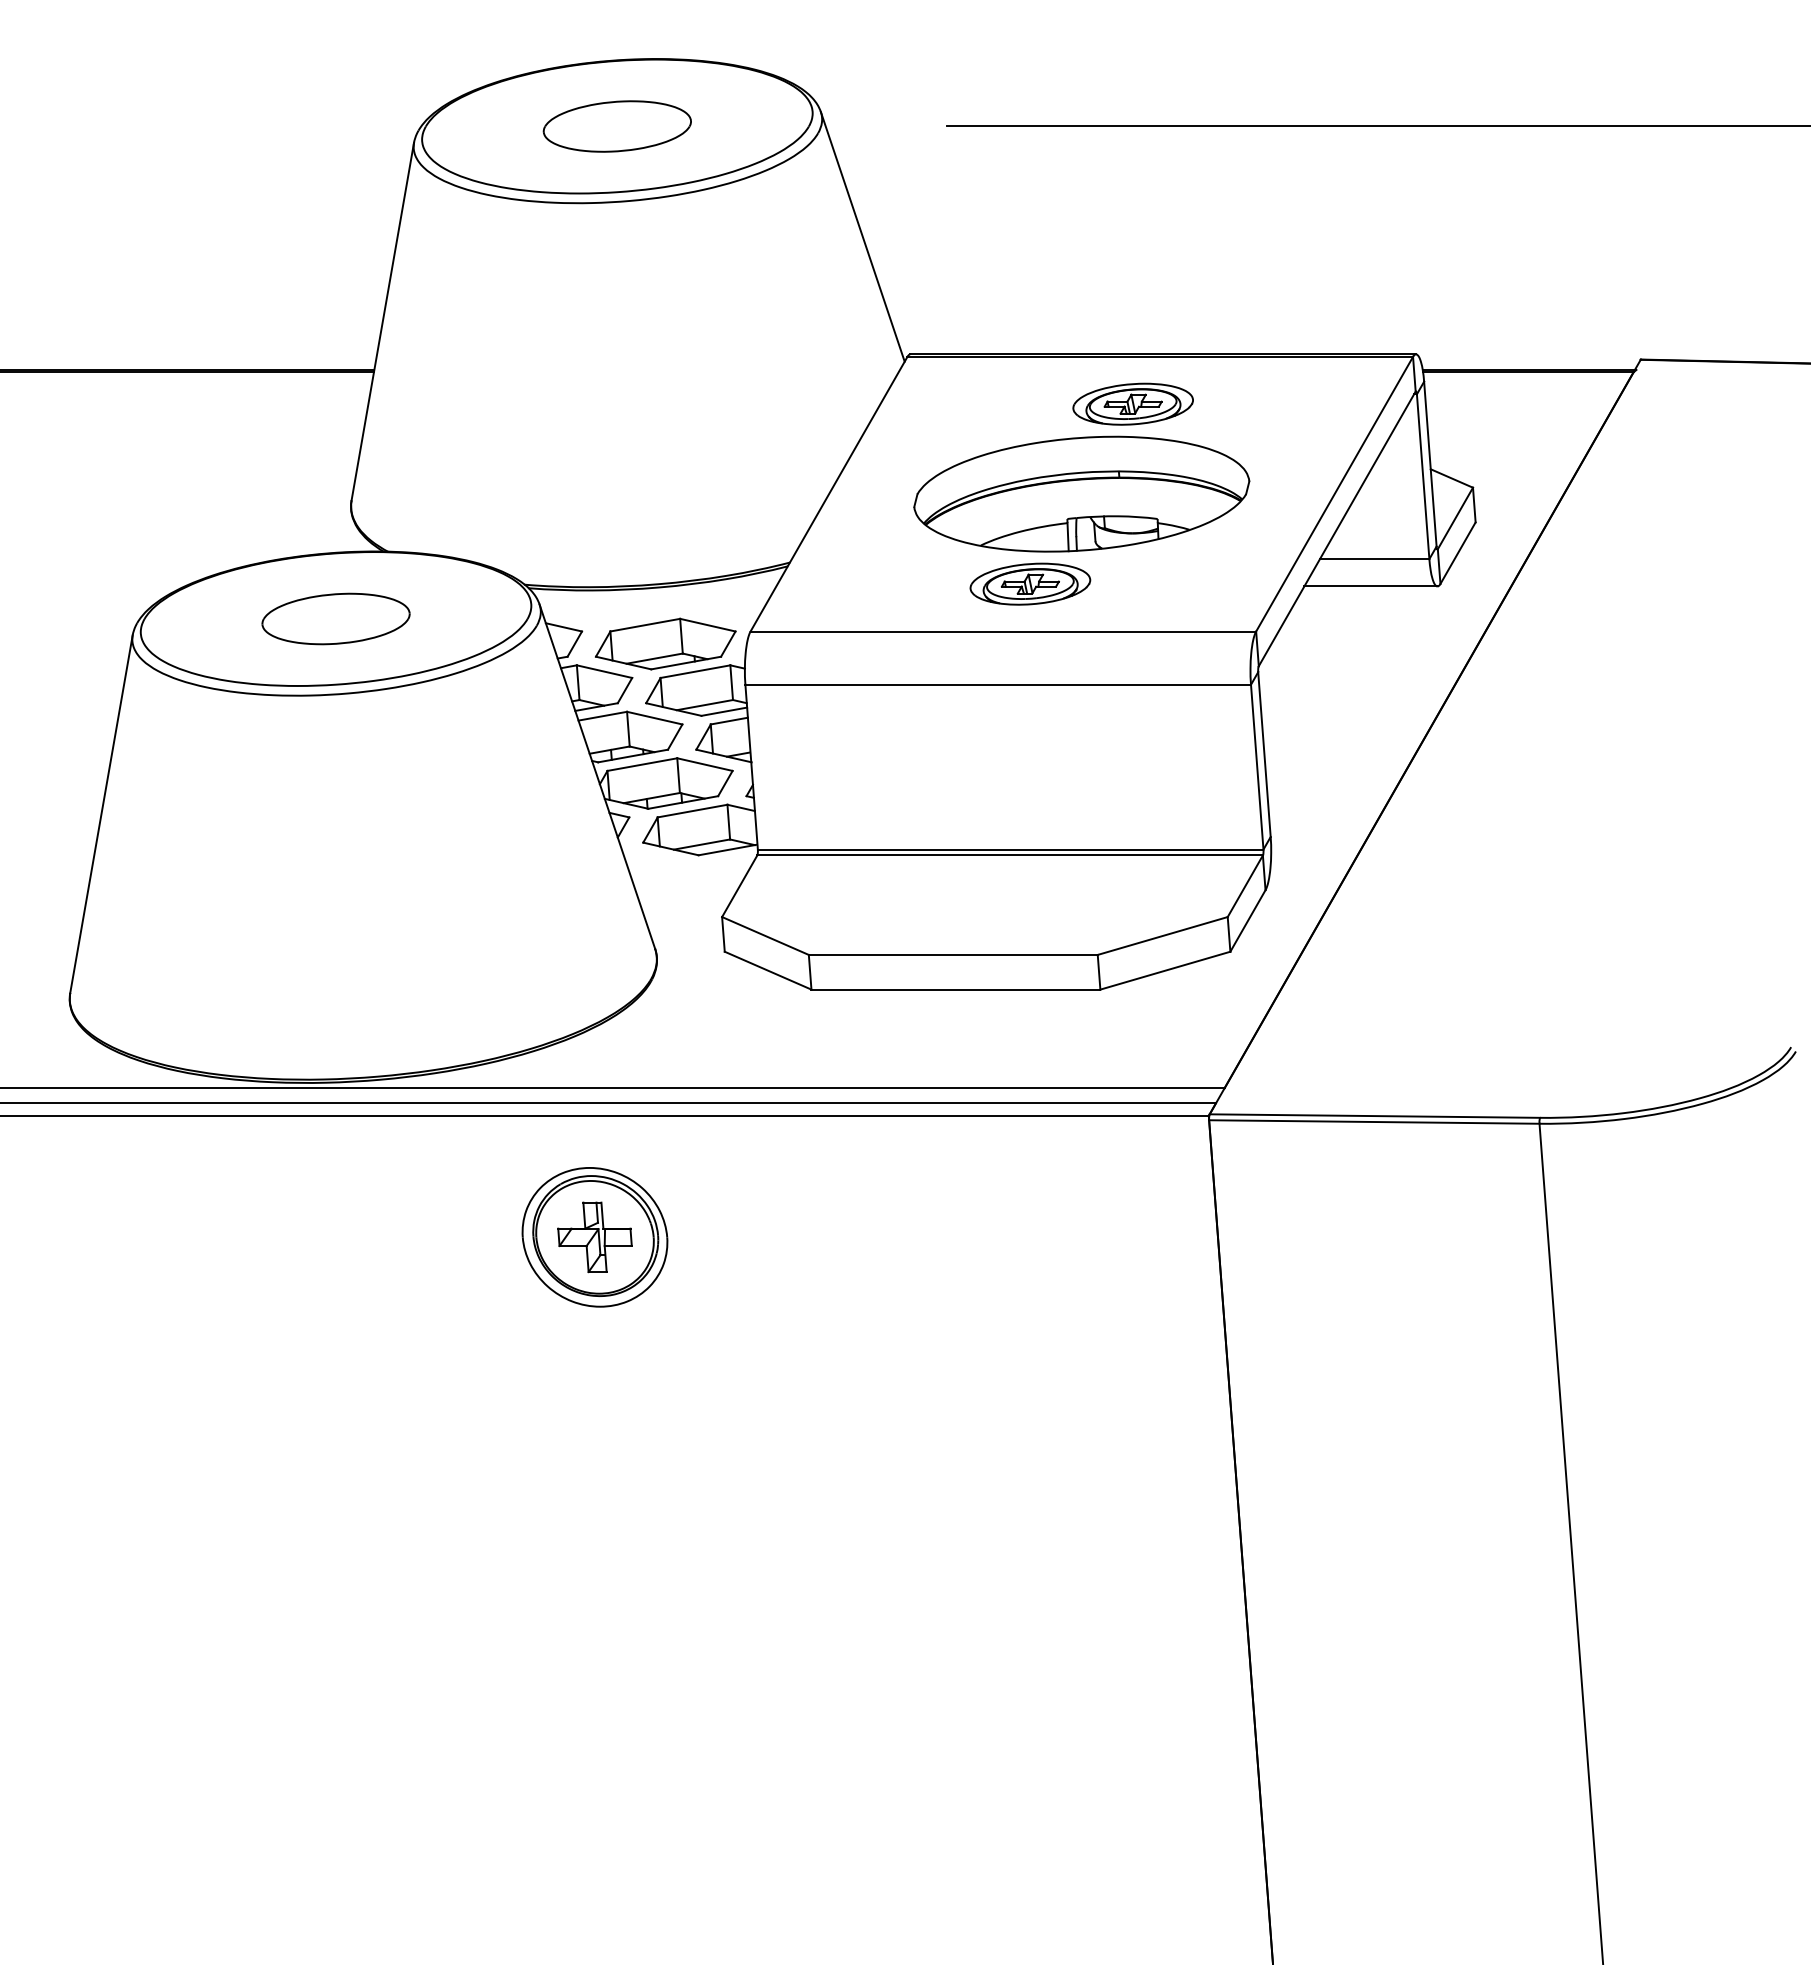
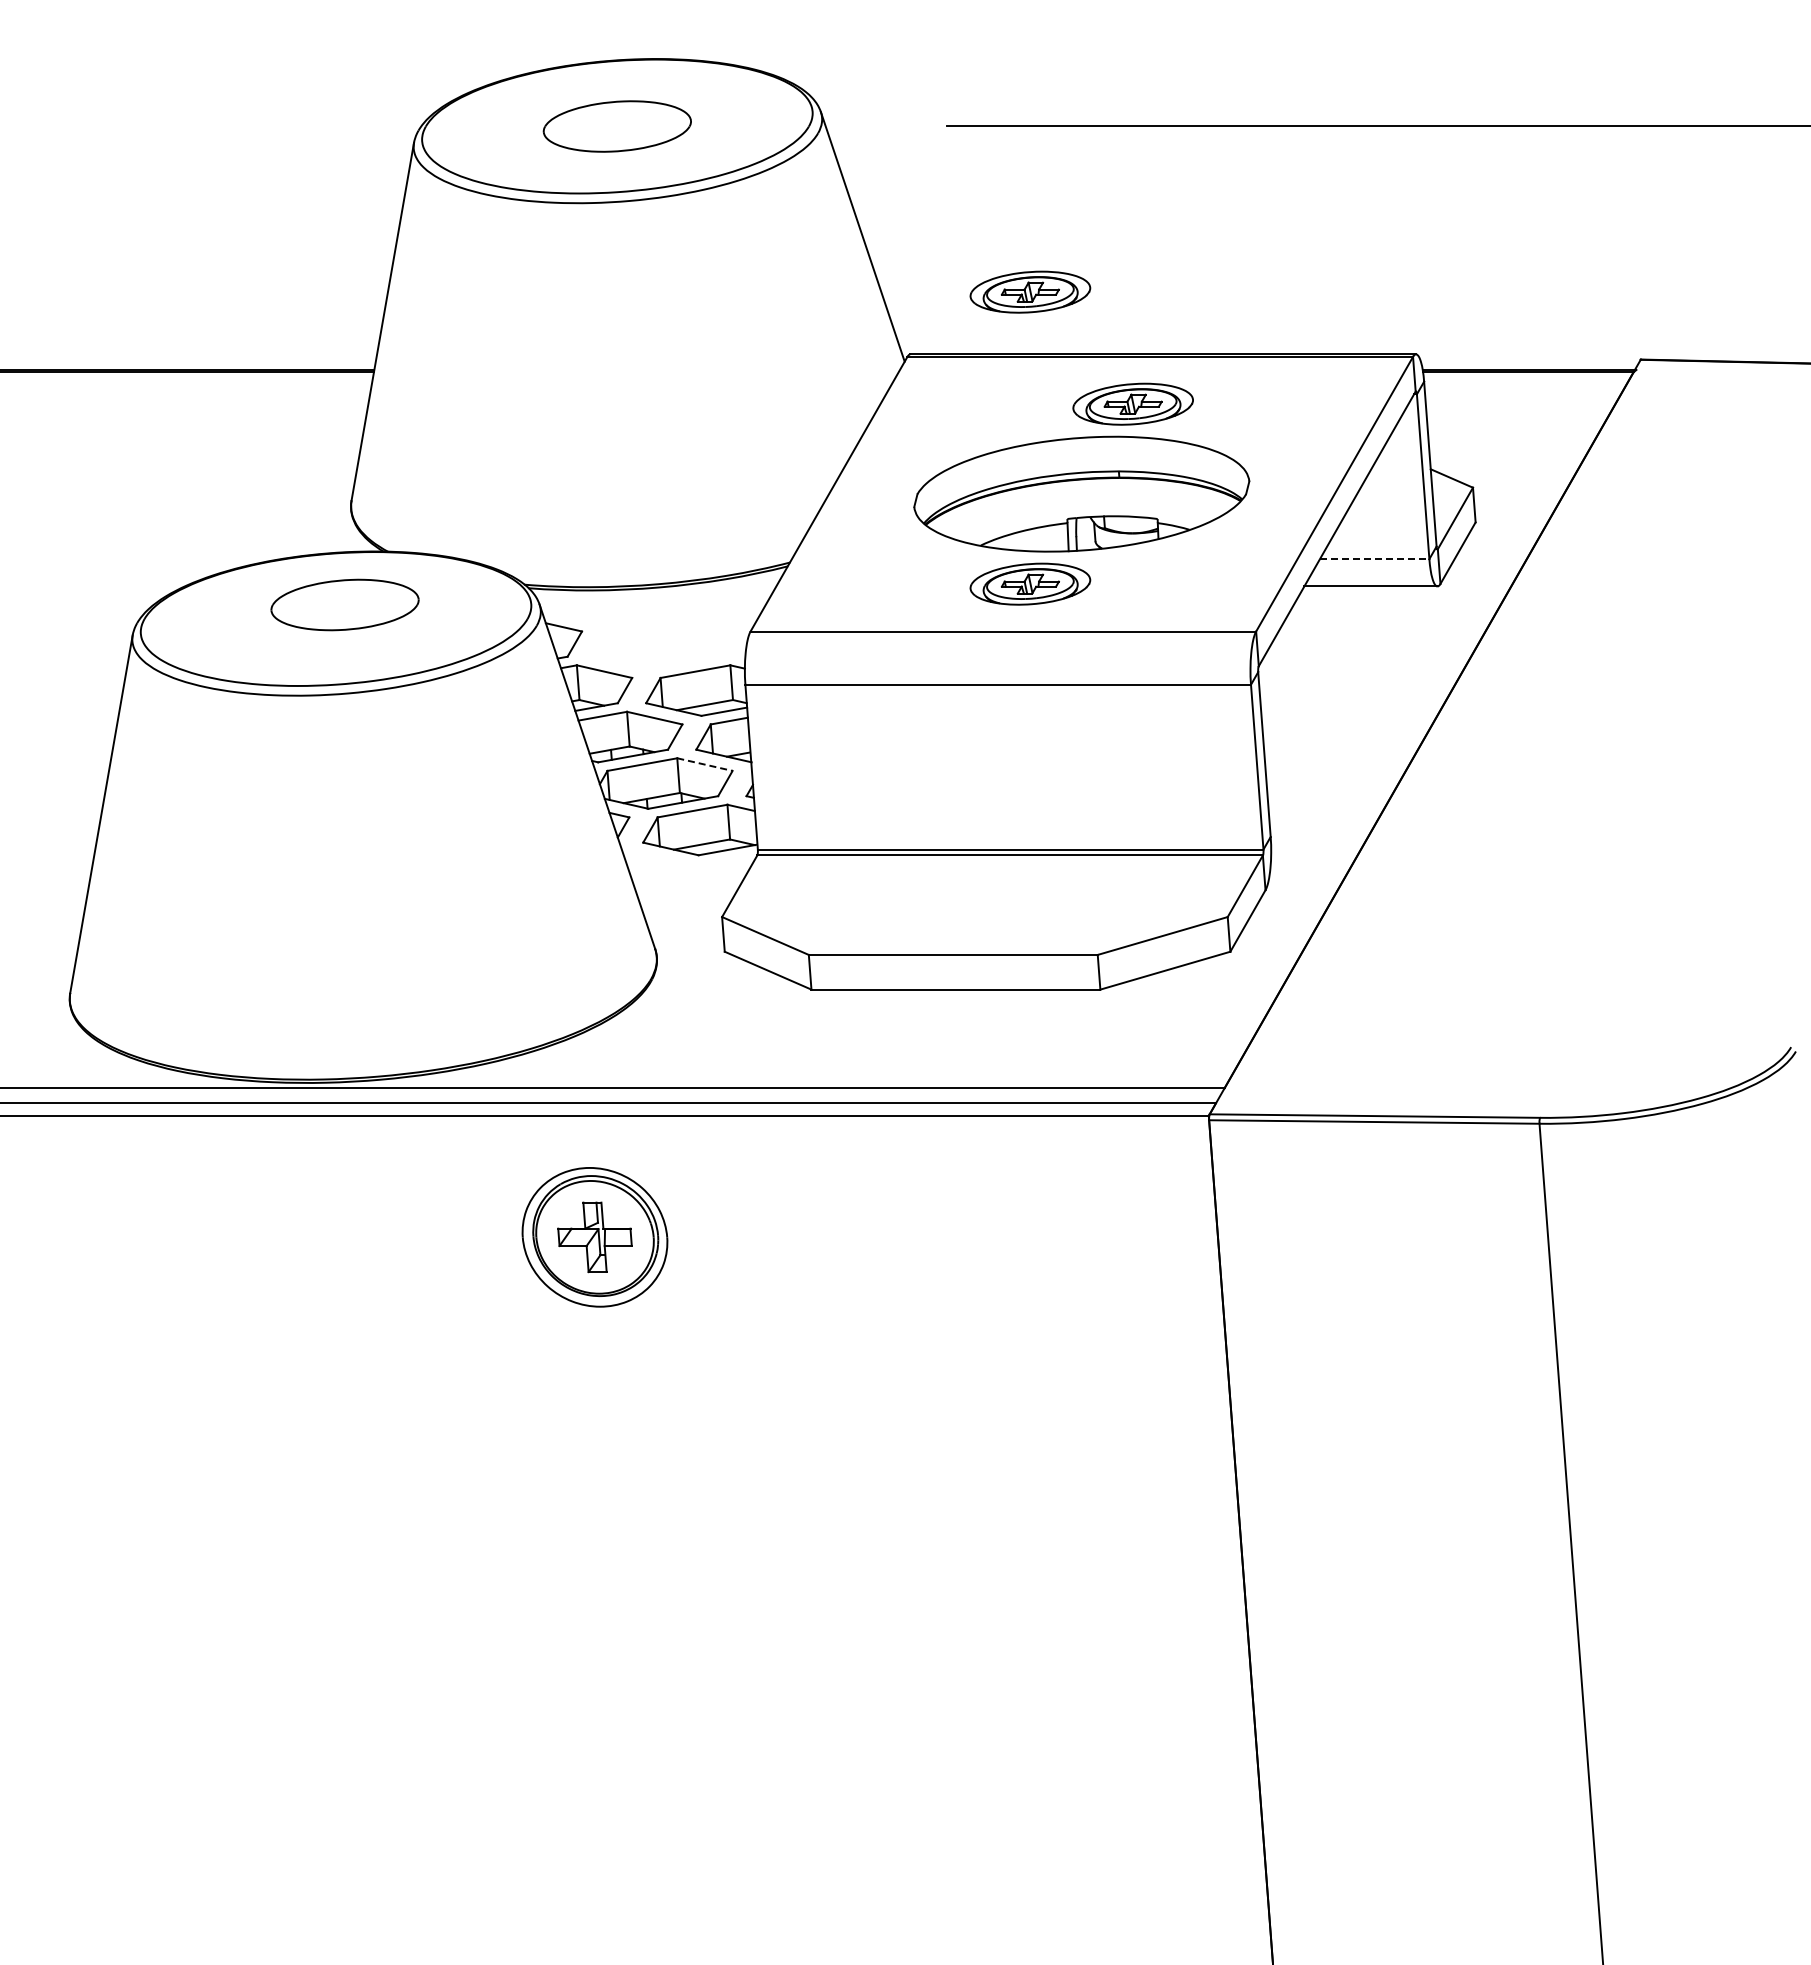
part at (1030, 291): none -> present
line at (1374, 559): solid -> dashed
part at (335, 618) position: (335, 618) -> (344, 604)
part at (665, 643): present -> none
line at (705, 764): solid -> dashed
